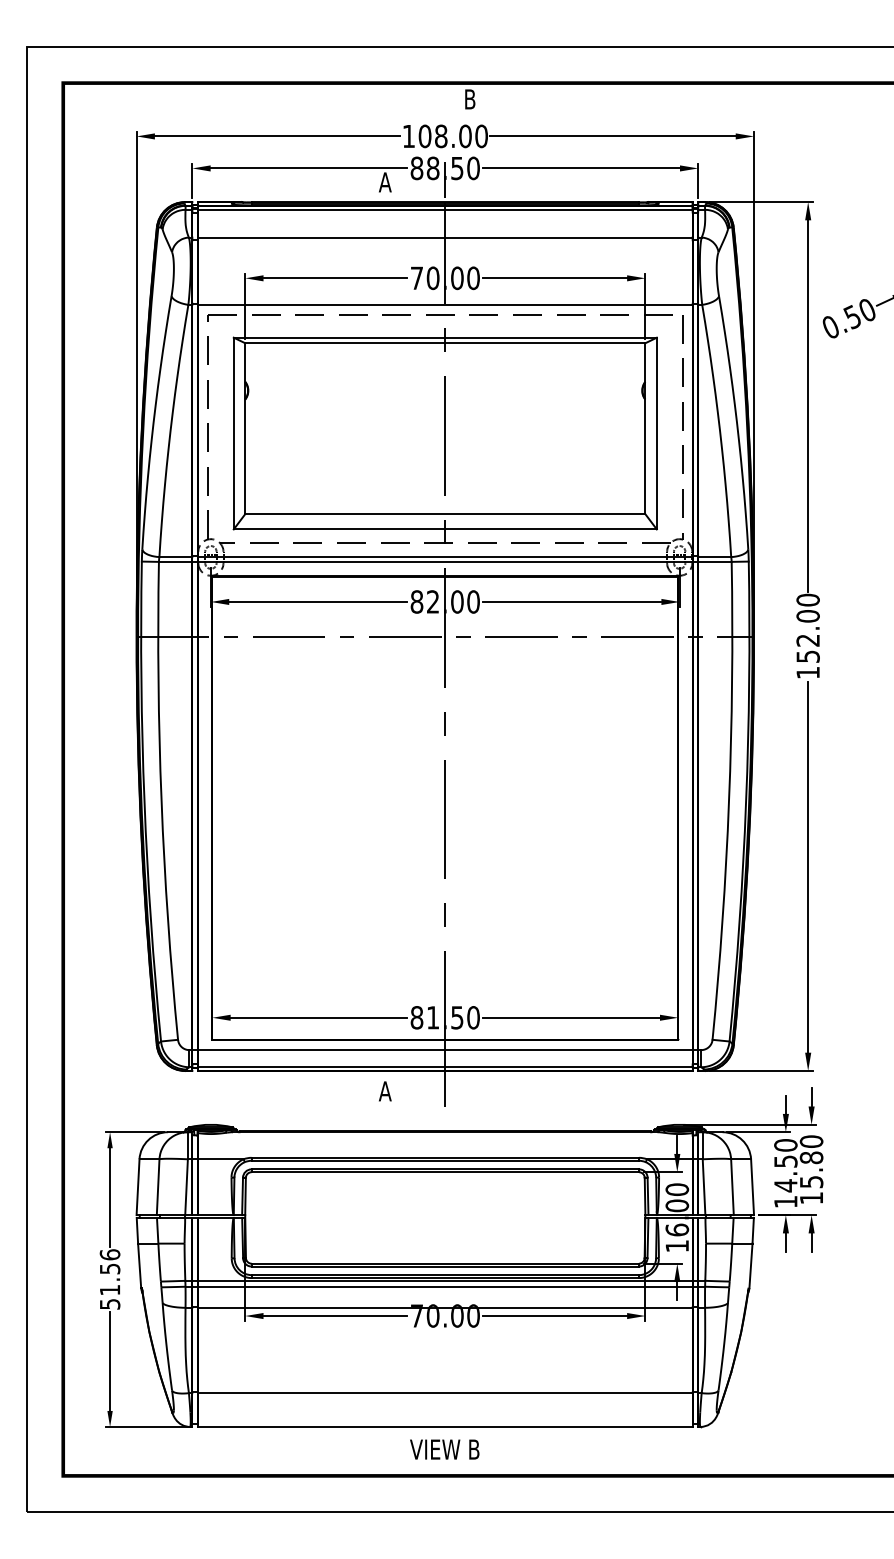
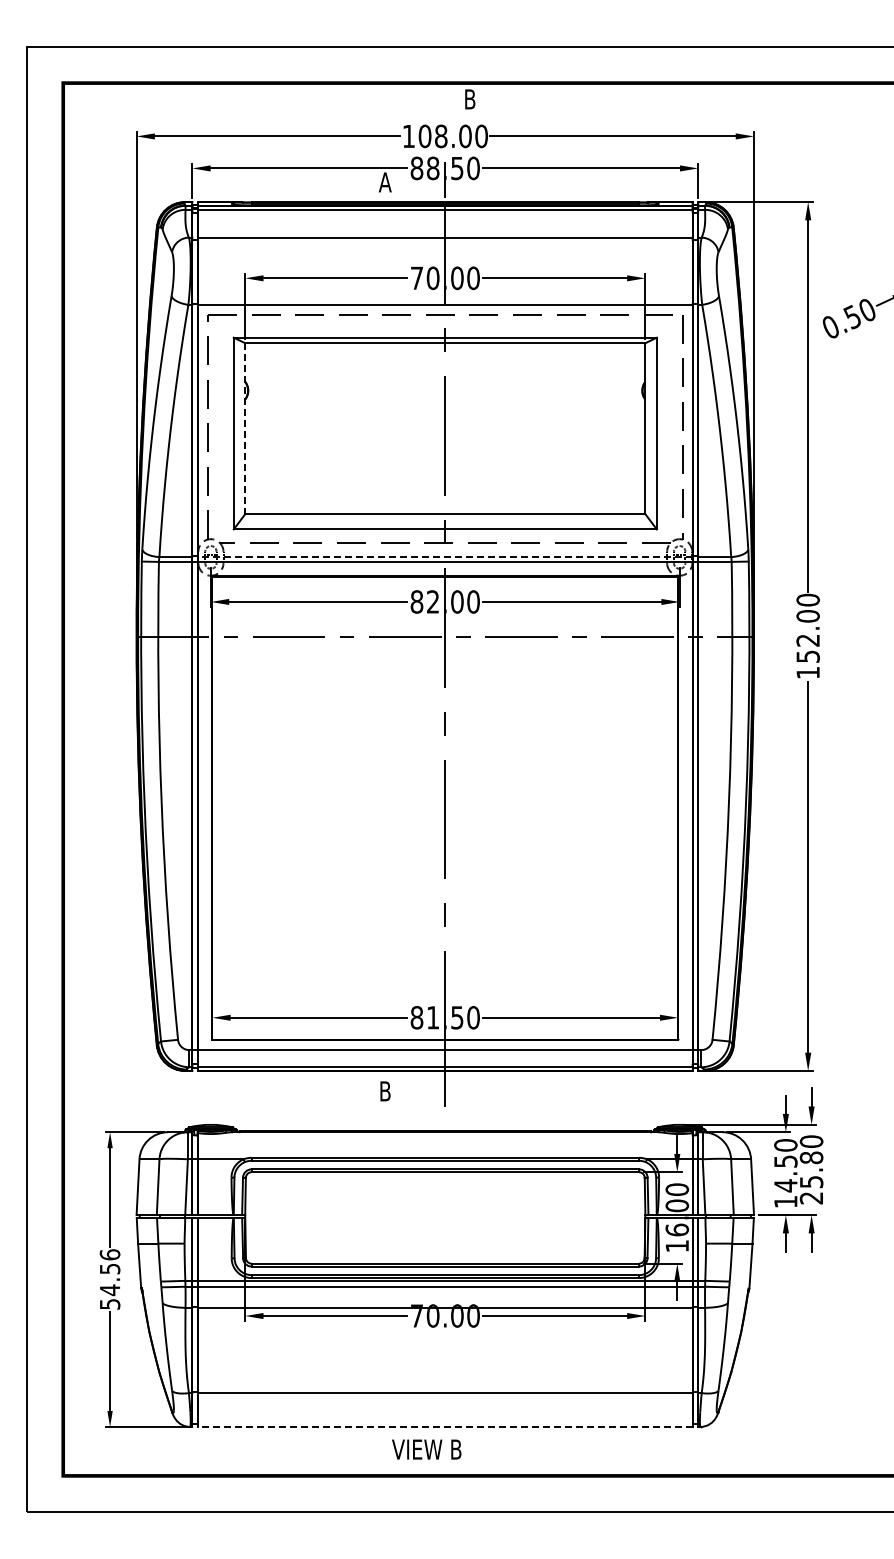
line at (245, 429): solid -> dashed
line at (444, 557): solid -> dashed
text at (384, 1091): A -> B
text at (810, 1198): 15.80 -> 25.80
text at (110, 1290): 51.56 -> 54.56
line at (444, 1426): solid -> dashed
text at (444, 1449) position: (444, 1449) -> (426, 1449)
